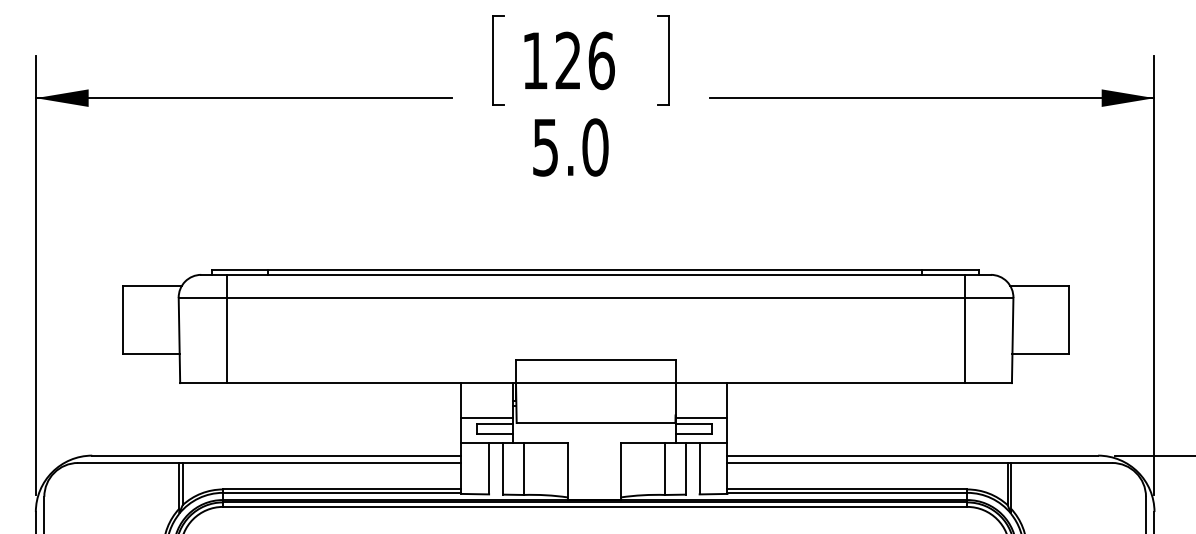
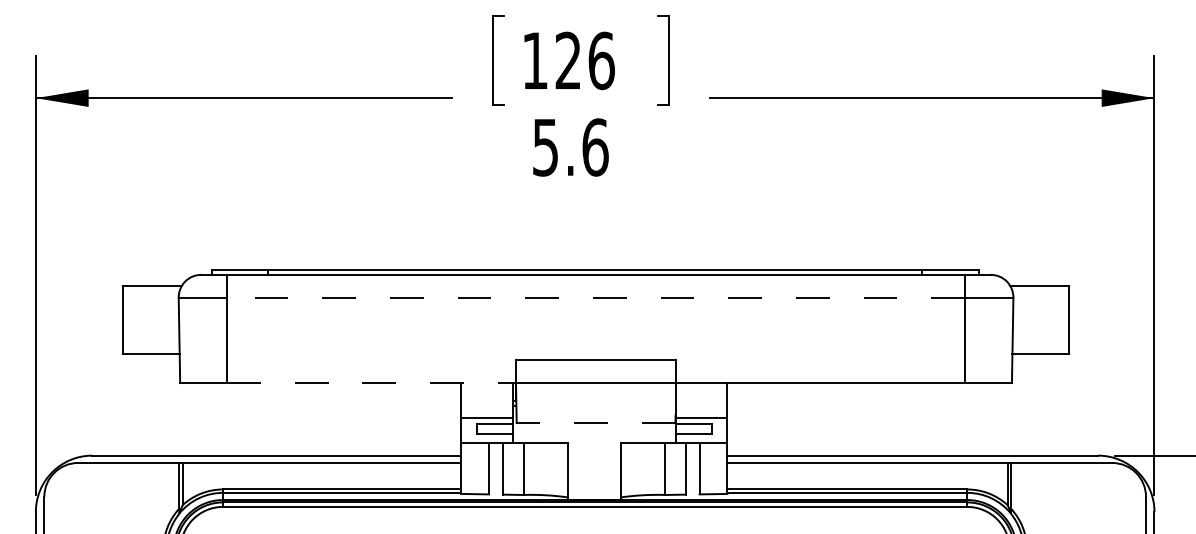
text at (595, 147): 5.0 -> 5.6
line at (596, 297): solid -> dashed
line at (371, 383): solid -> dashed
line at (595, 423): solid -> dashed
